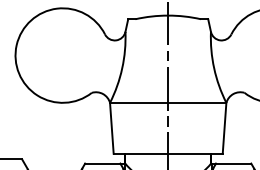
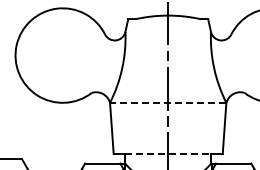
line at (167, 102): solid -> dashed
line at (168, 153): solid -> dashed
